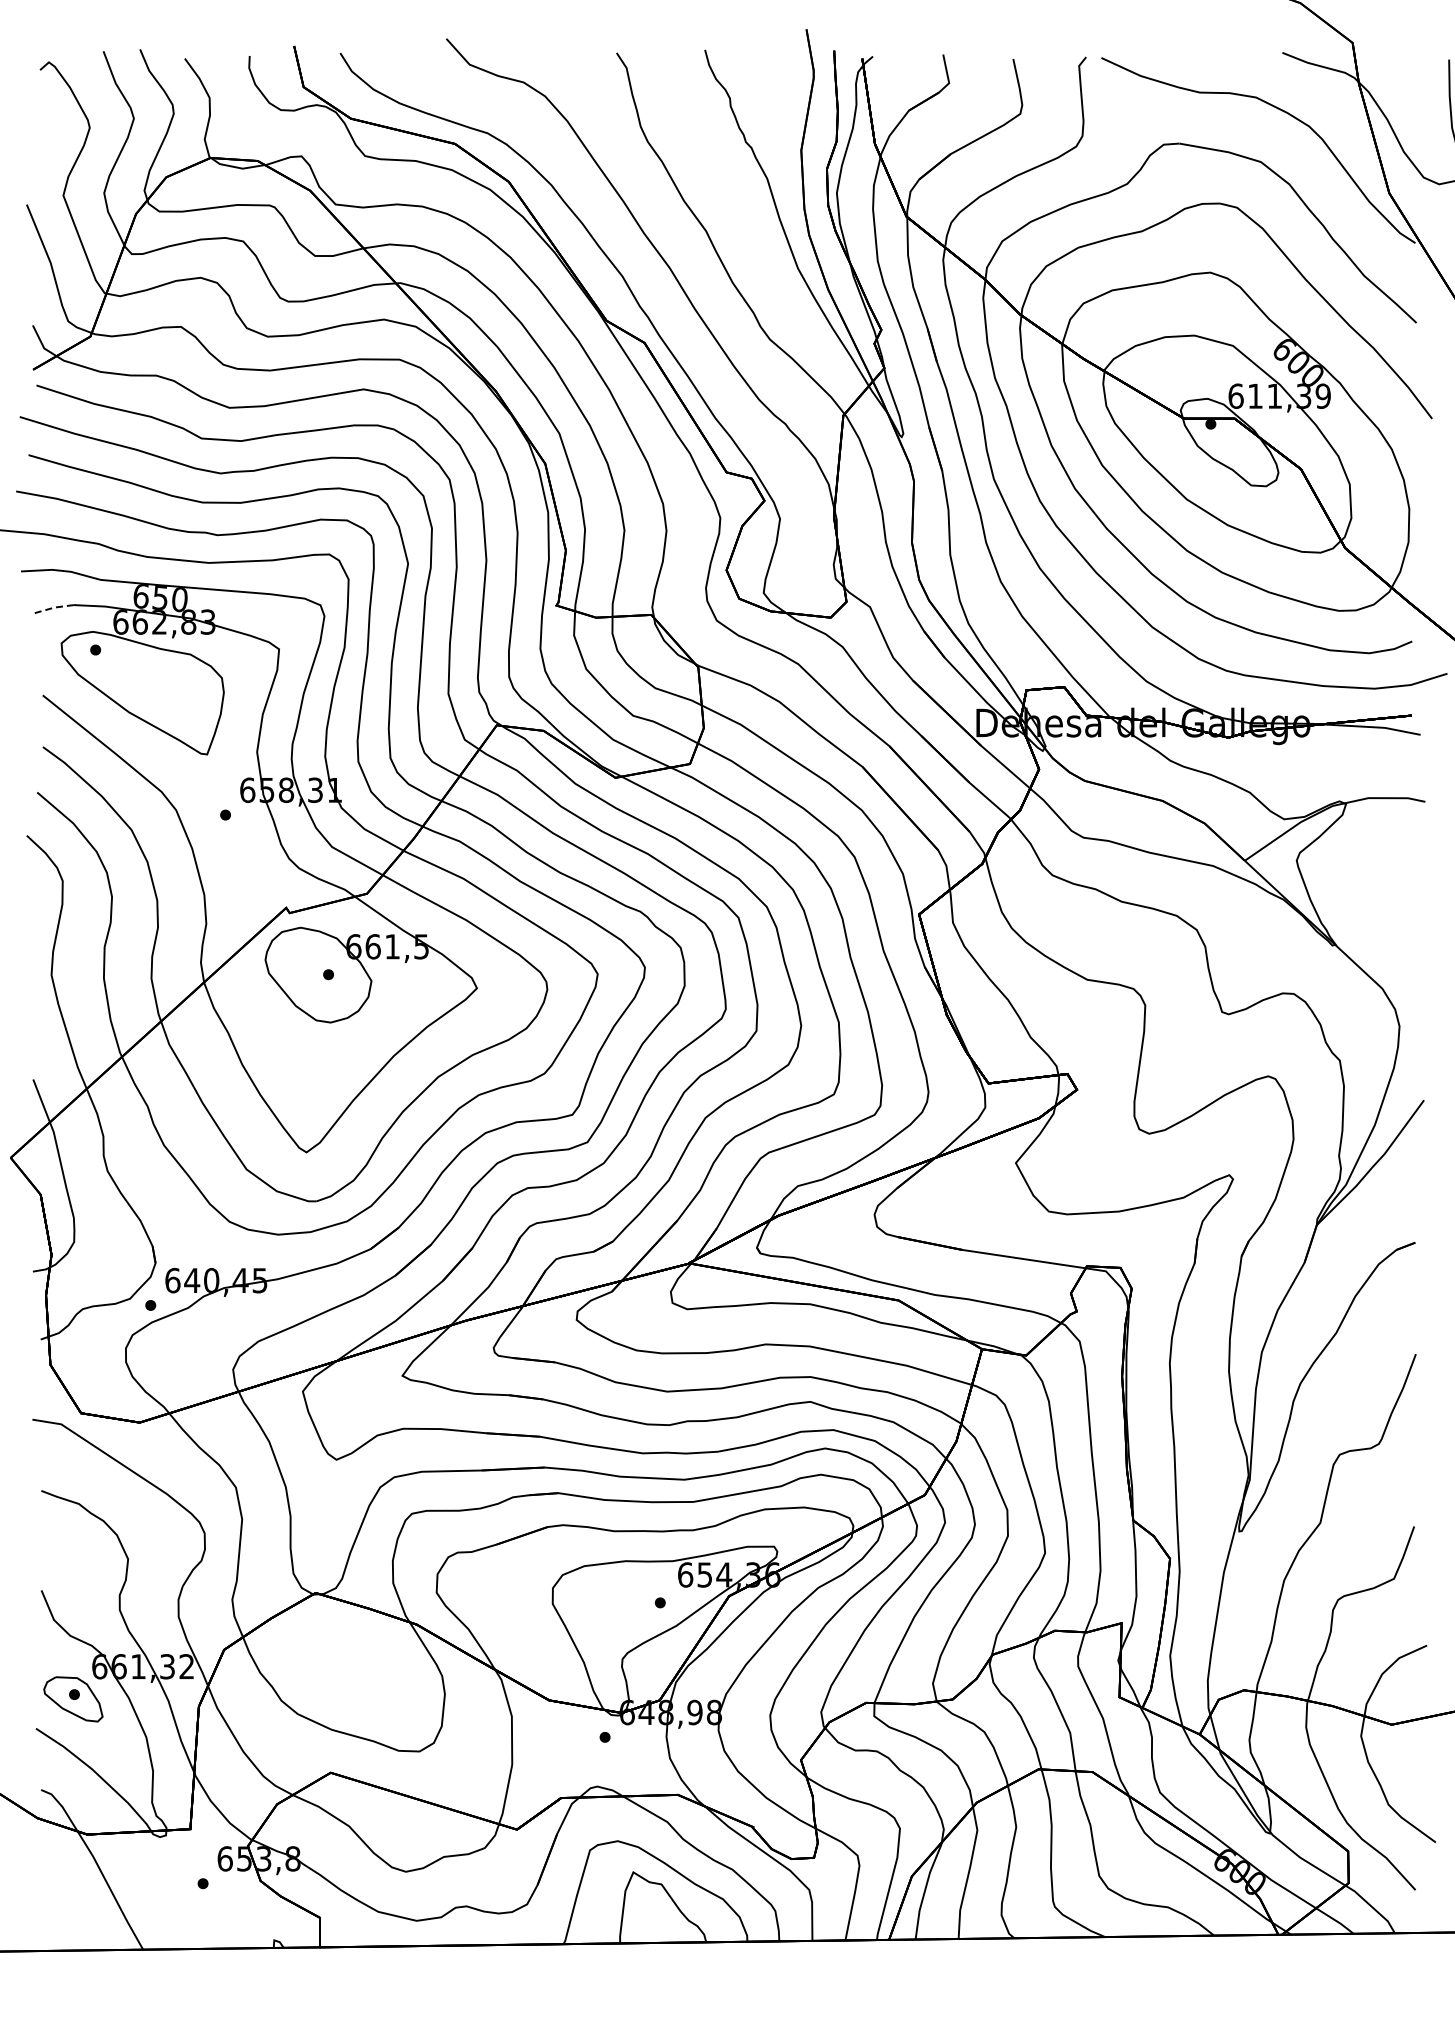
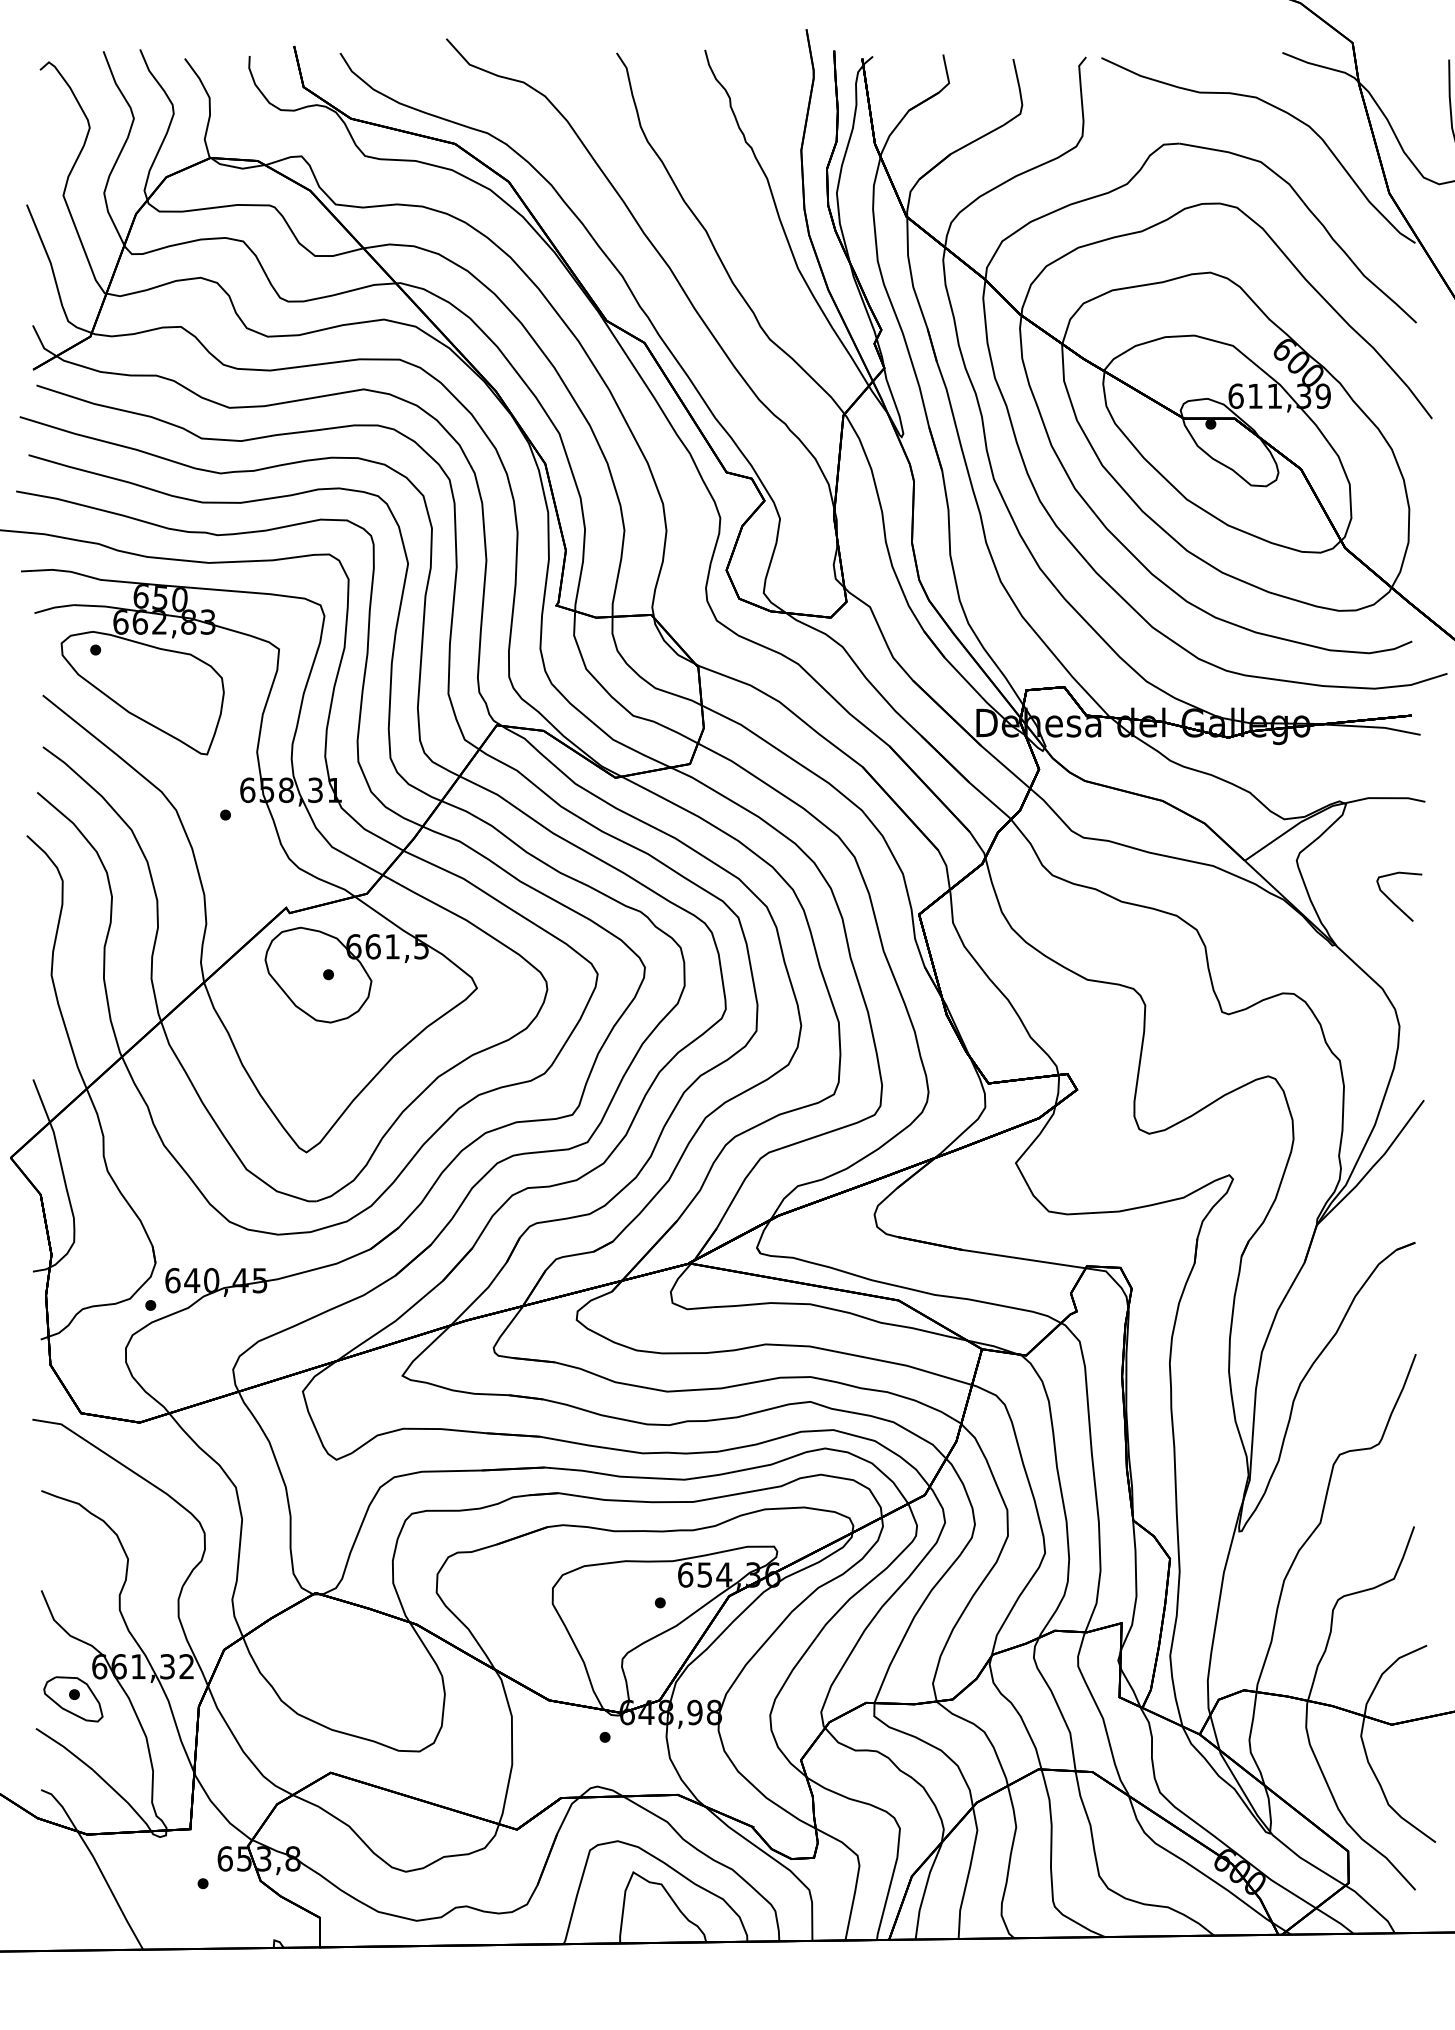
line at (54, 607): dashed -> solid
curve at (1393, 901): none -> present
